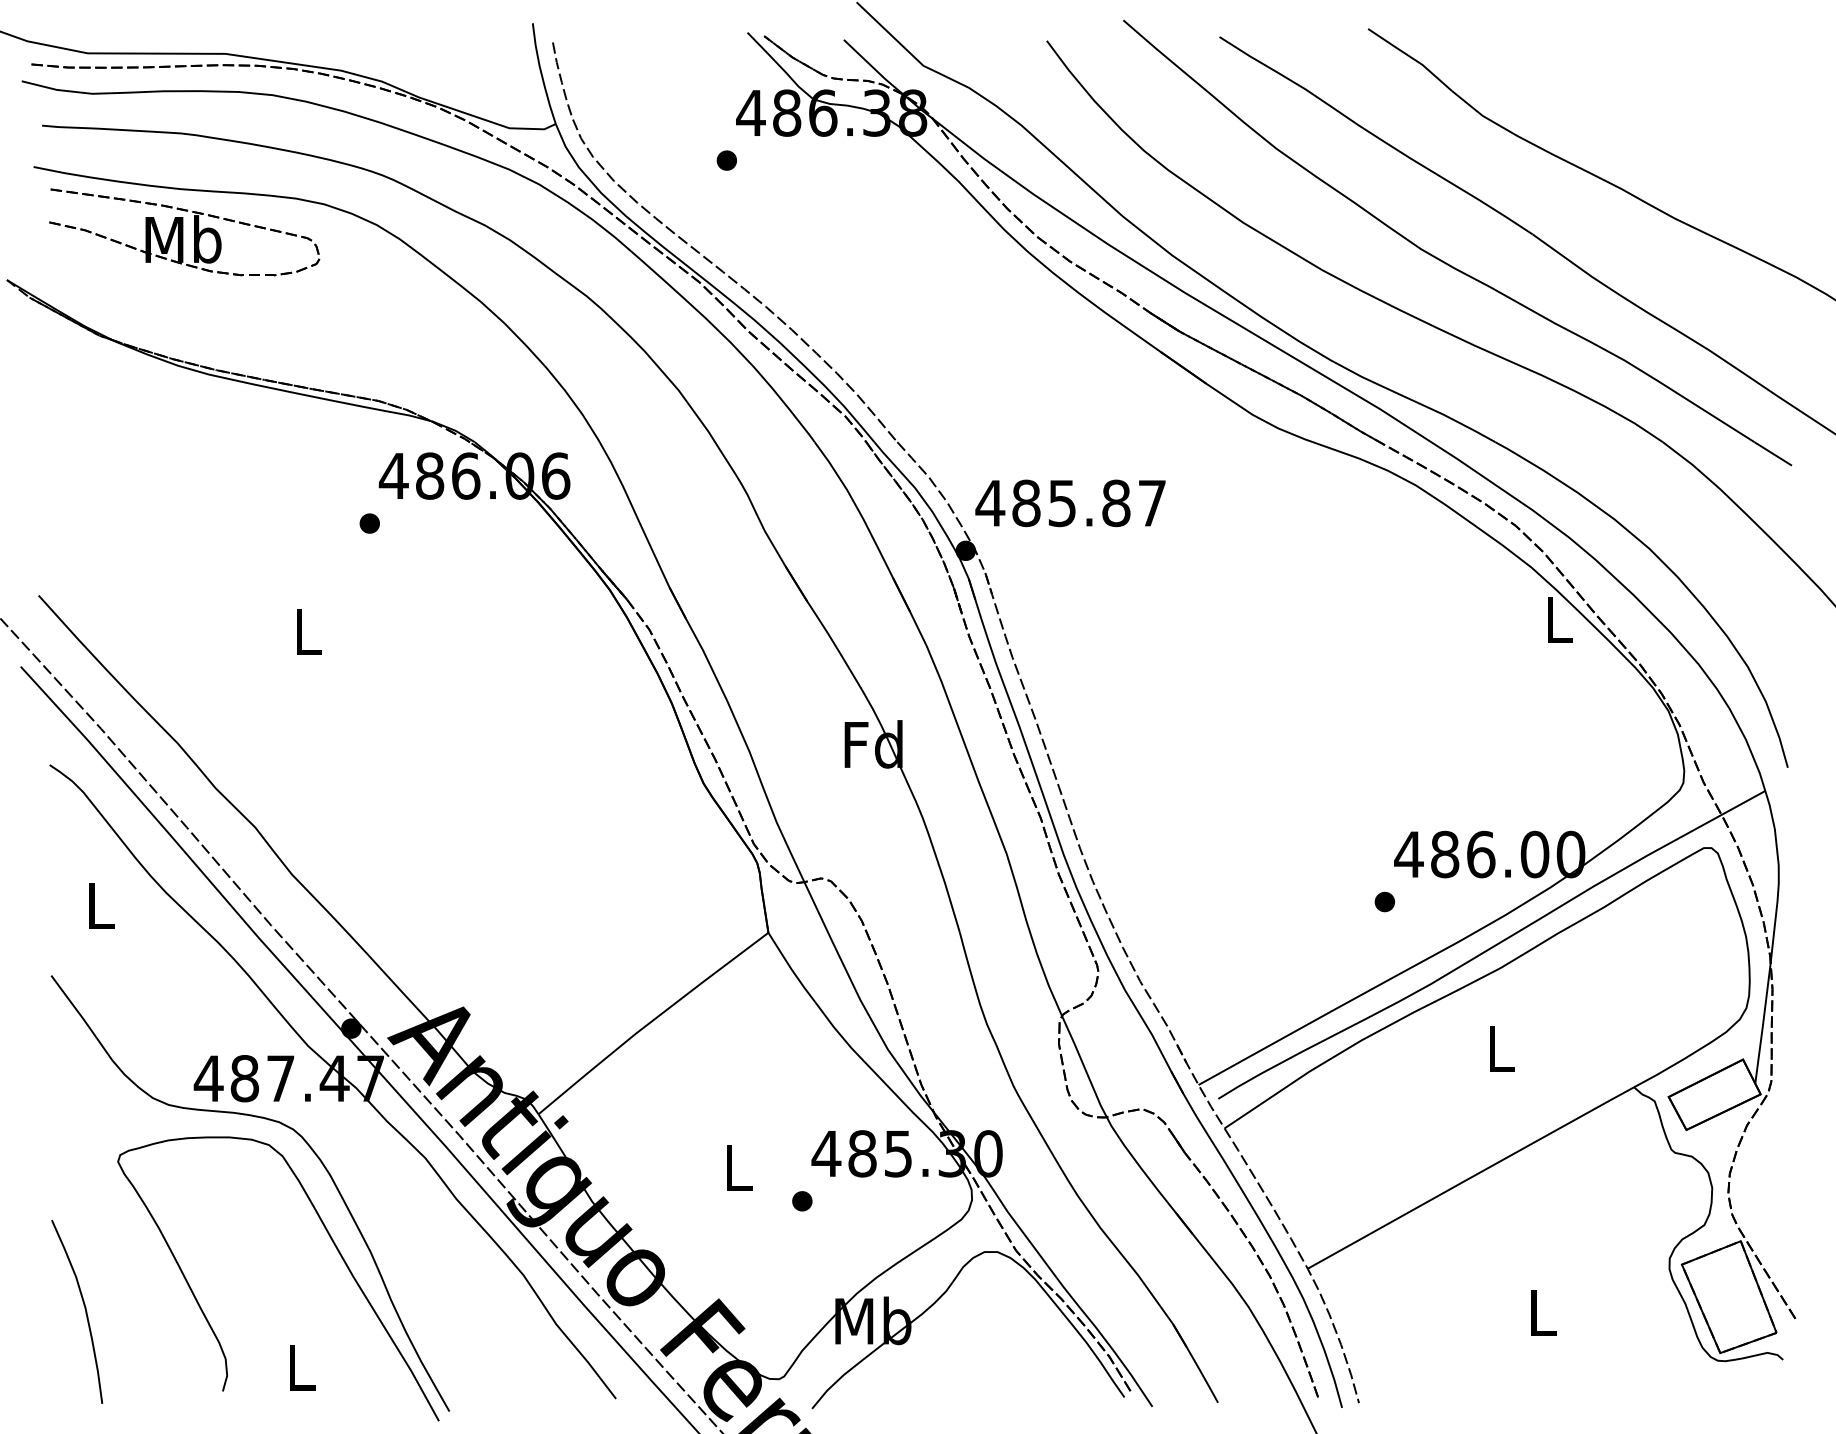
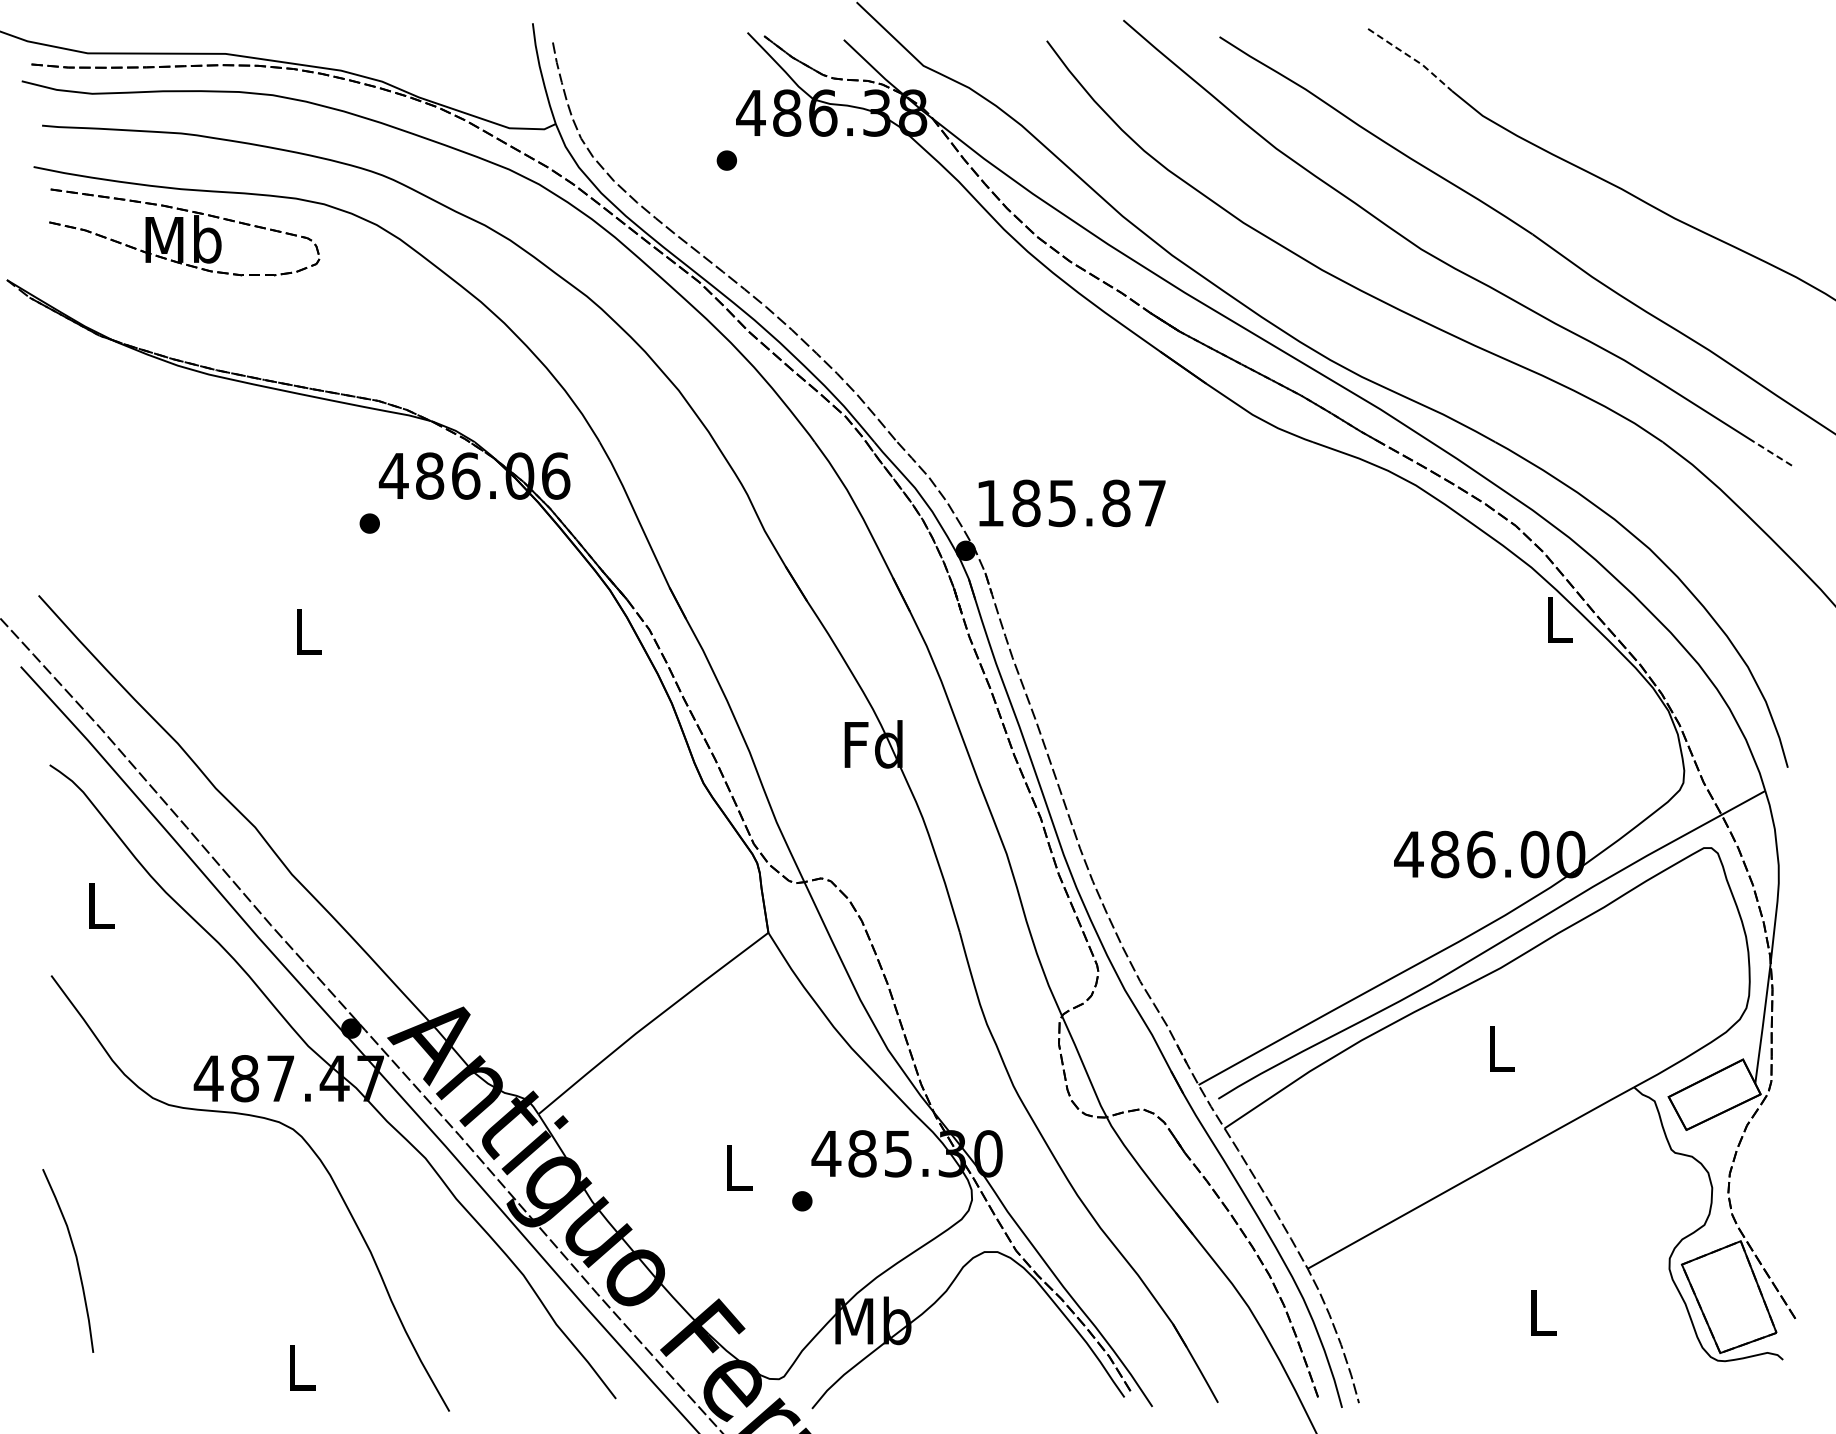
line at (1411, 57): solid -> dashed
line at (1772, 453): solid -> dashed
text at (990, 503): 485.87 -> 185.87
part at (1384, 901): present -> none
curve at (333, 1244): present -> none
curve at (84, 1309) position: (84, 1309) -> (75, 1258)
